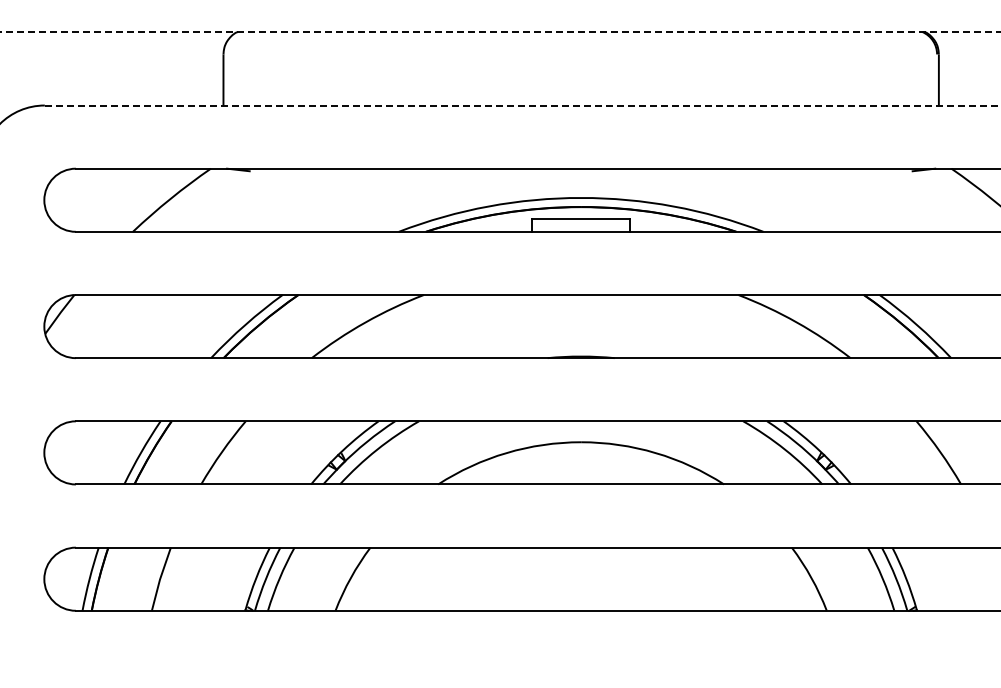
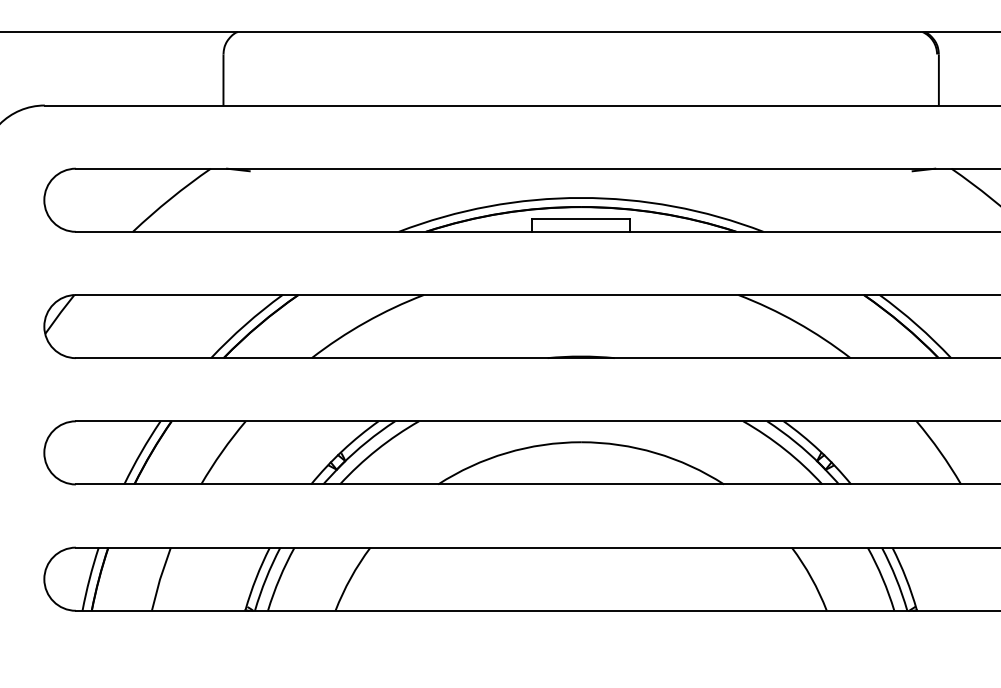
line at (500, 32): dashed -> solid
line at (522, 105): dashed -> solid
